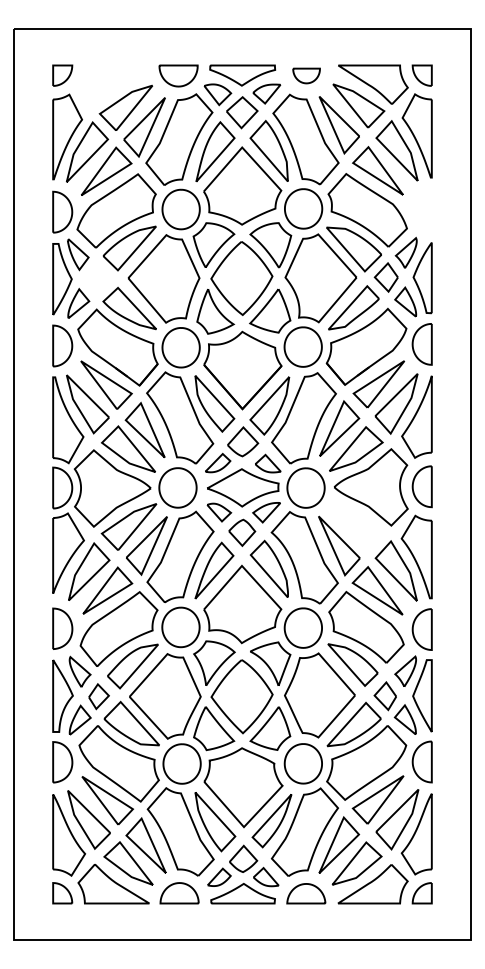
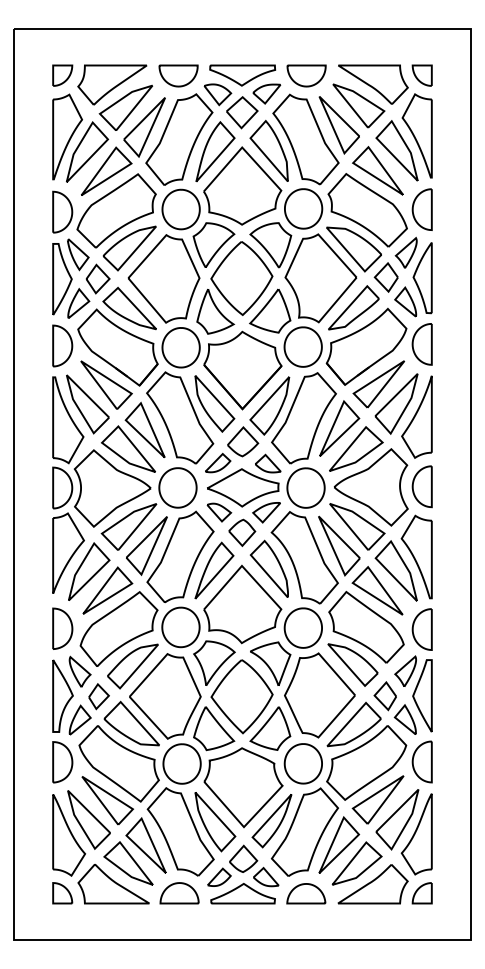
part at (306, 75) size: 29x18 px -> 41x24 px
part at (112, 84): none -> present
part at (421, 209): none -> present
part at (97, 278): none -> present
part at (357, 526): none -> present
